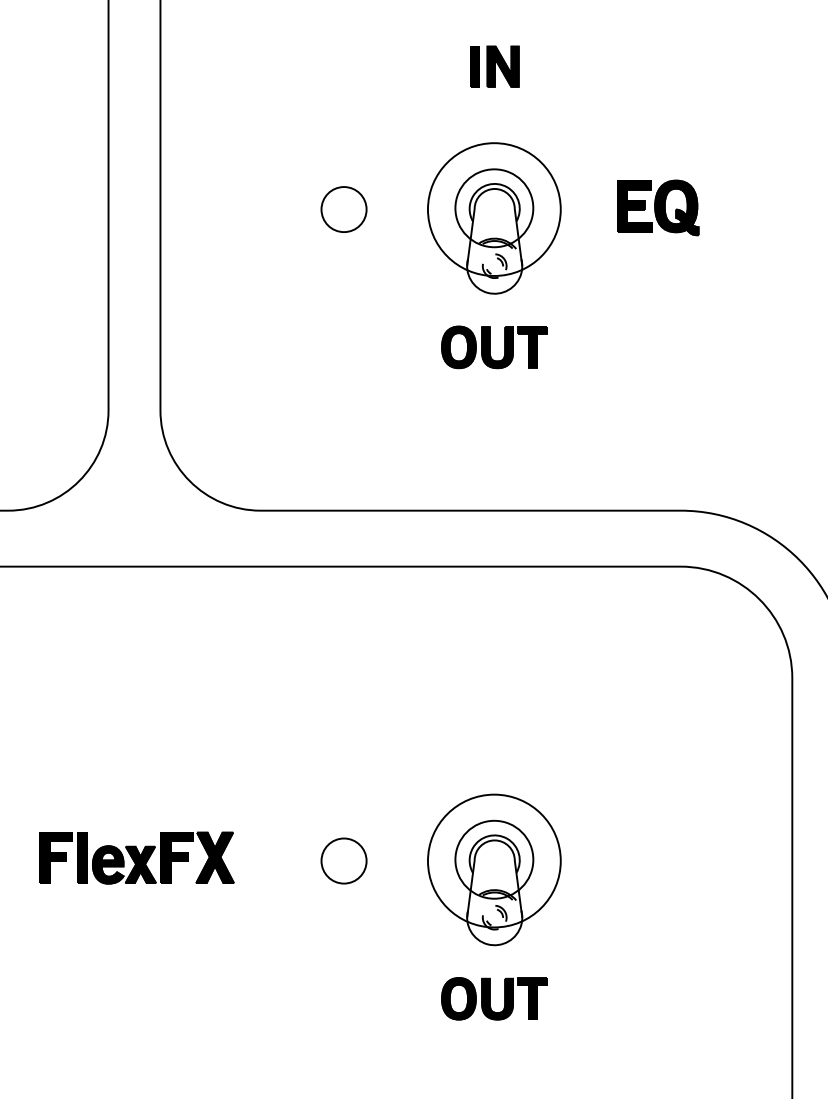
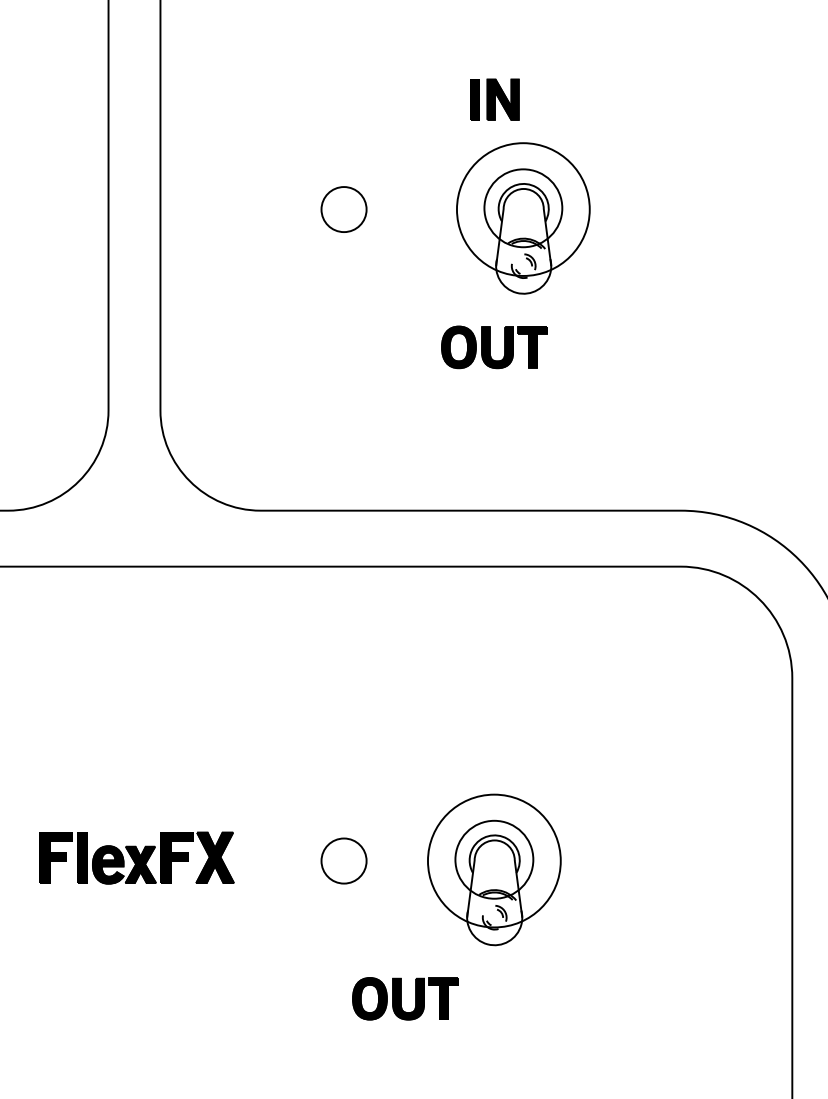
part at (494, 66) position: (494, 66) -> (494, 99)
part at (658, 207): present -> none
part at (494, 218) position: (494, 218) -> (523, 218)
part at (494, 998) position: (494, 998) -> (405, 998)
